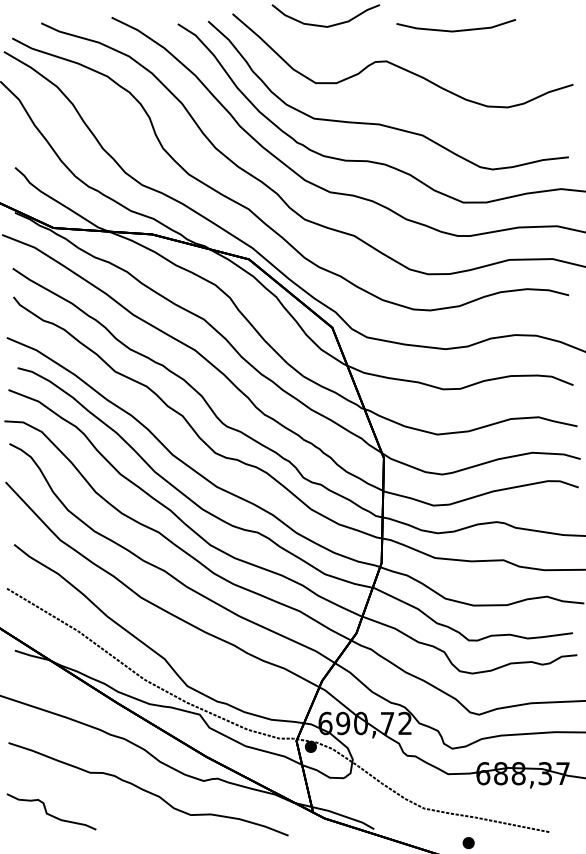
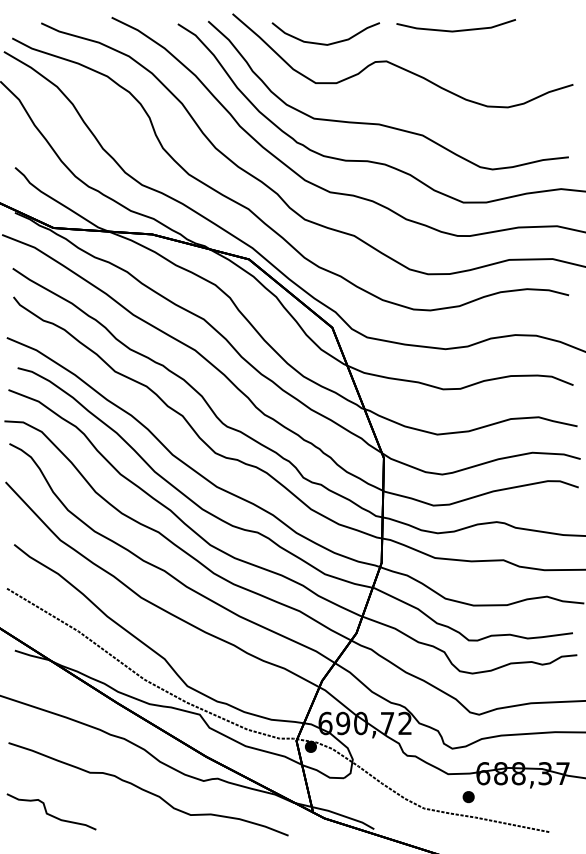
curve at (325, 25) position: (325, 25) -> (325, 43)
part at (468, 843) position: (468, 843) -> (468, 797)
